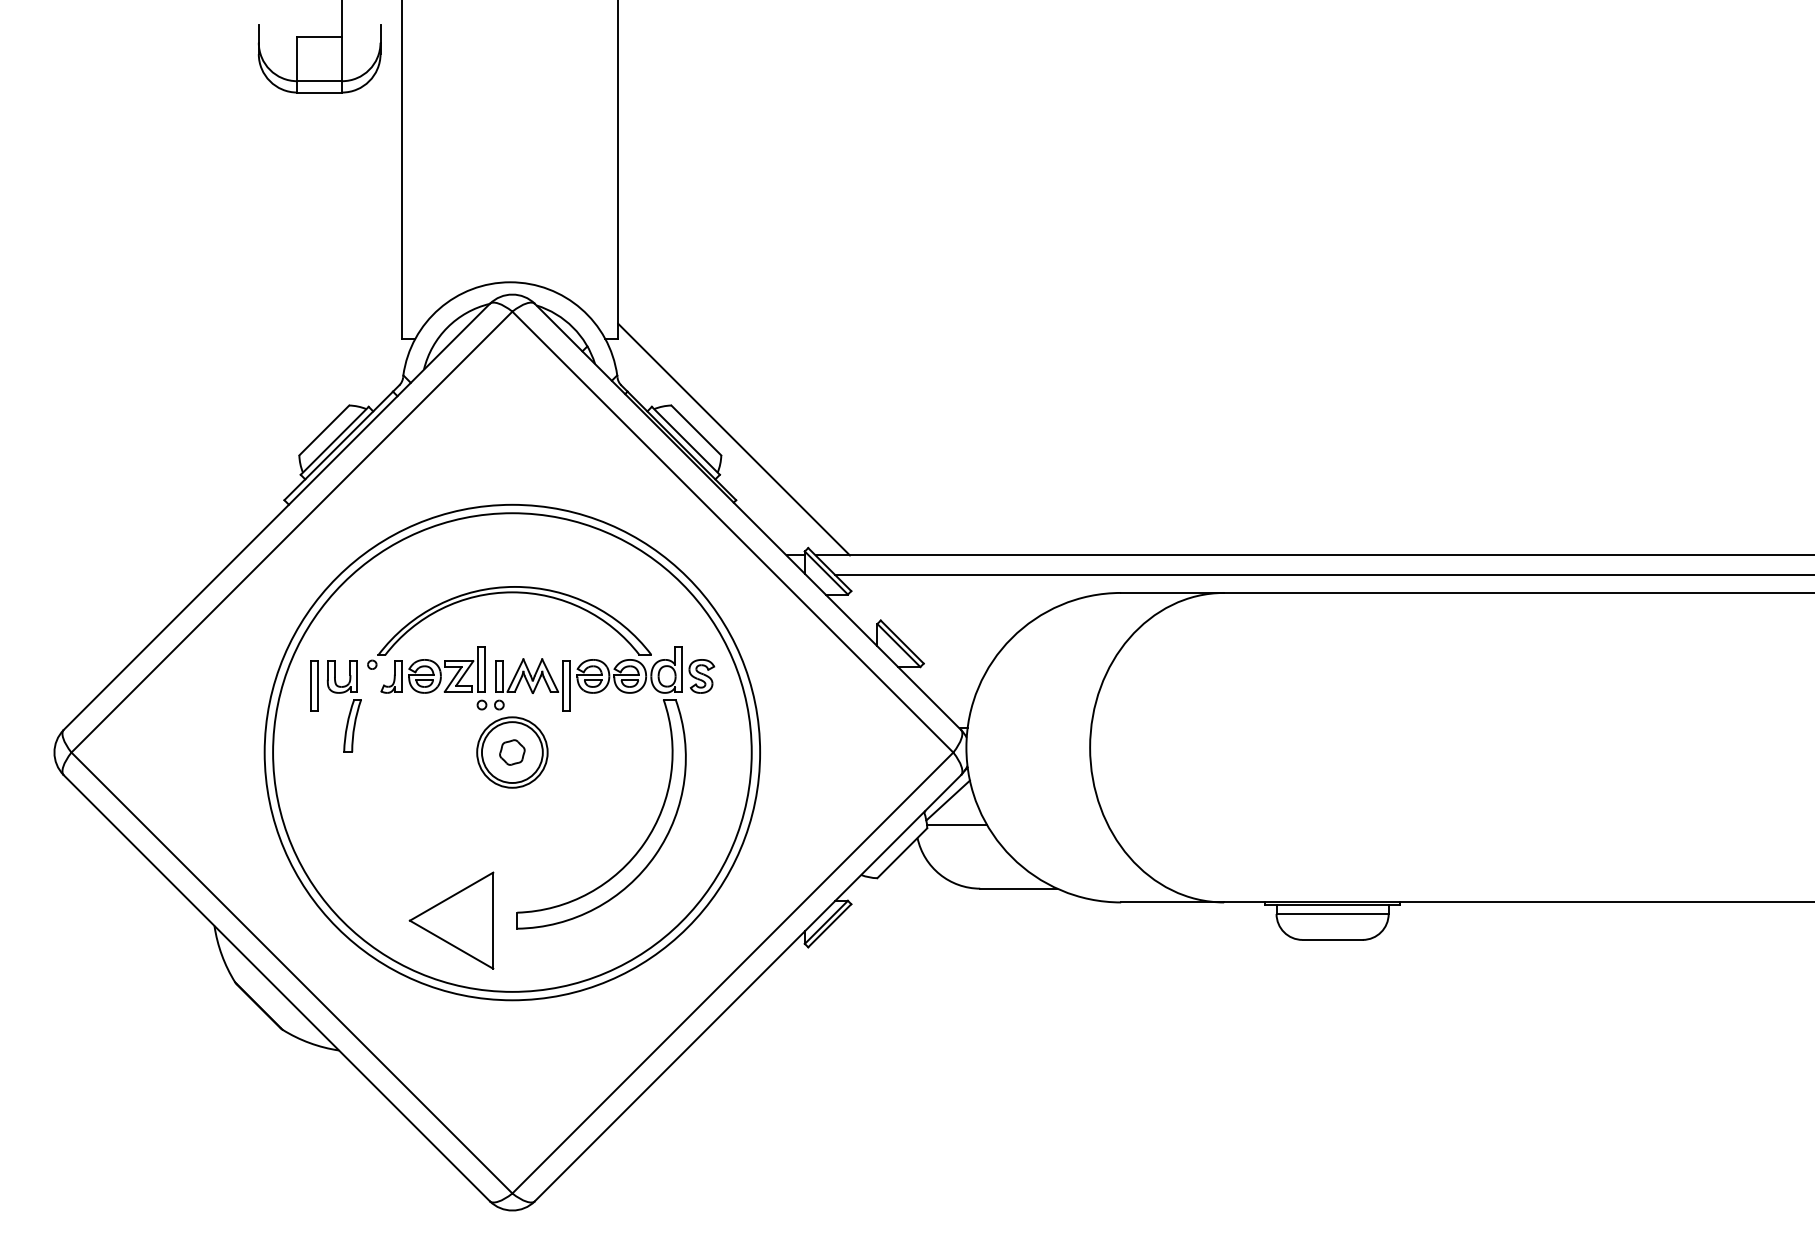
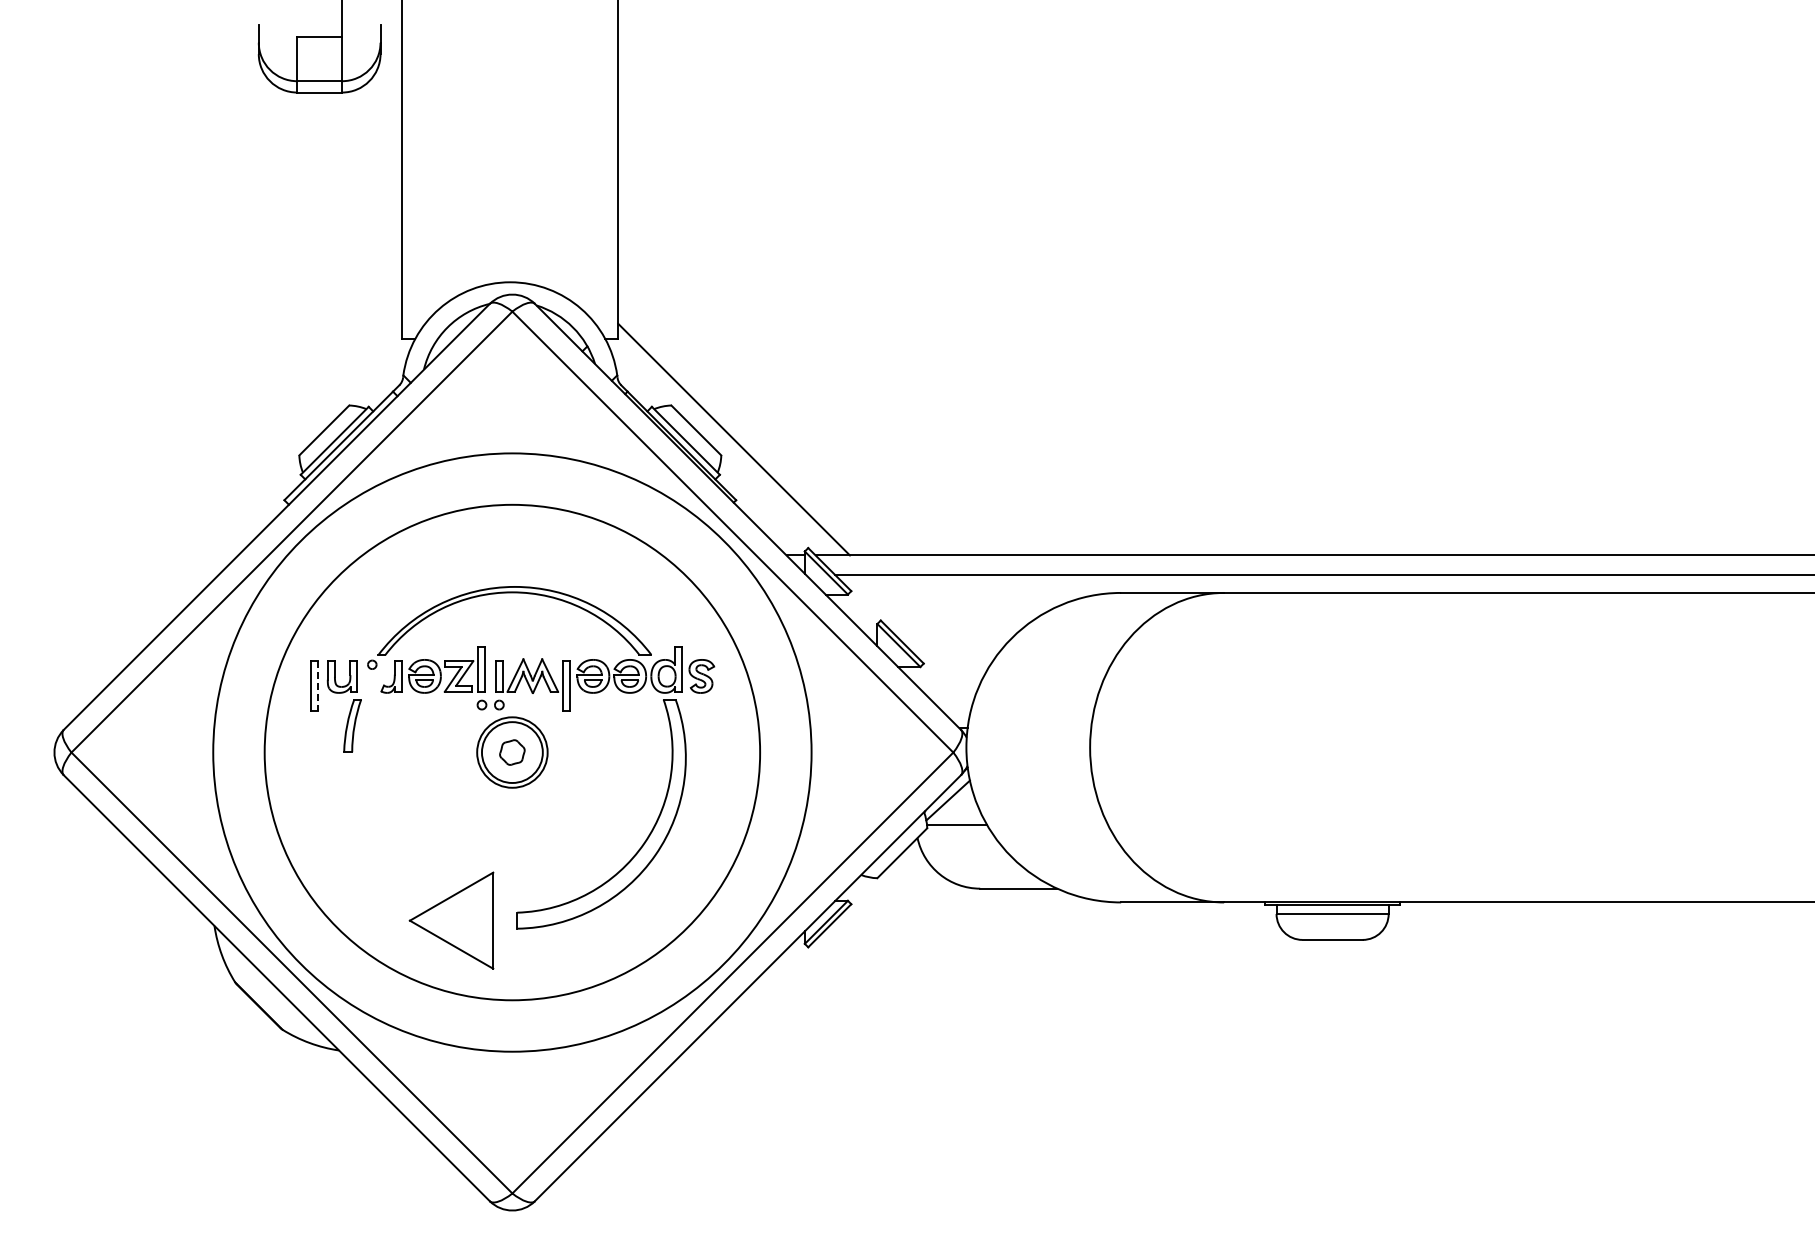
line at (318, 686): solid -> dashed
circle at (512, 752) diameter: 479 px -> 598 px
